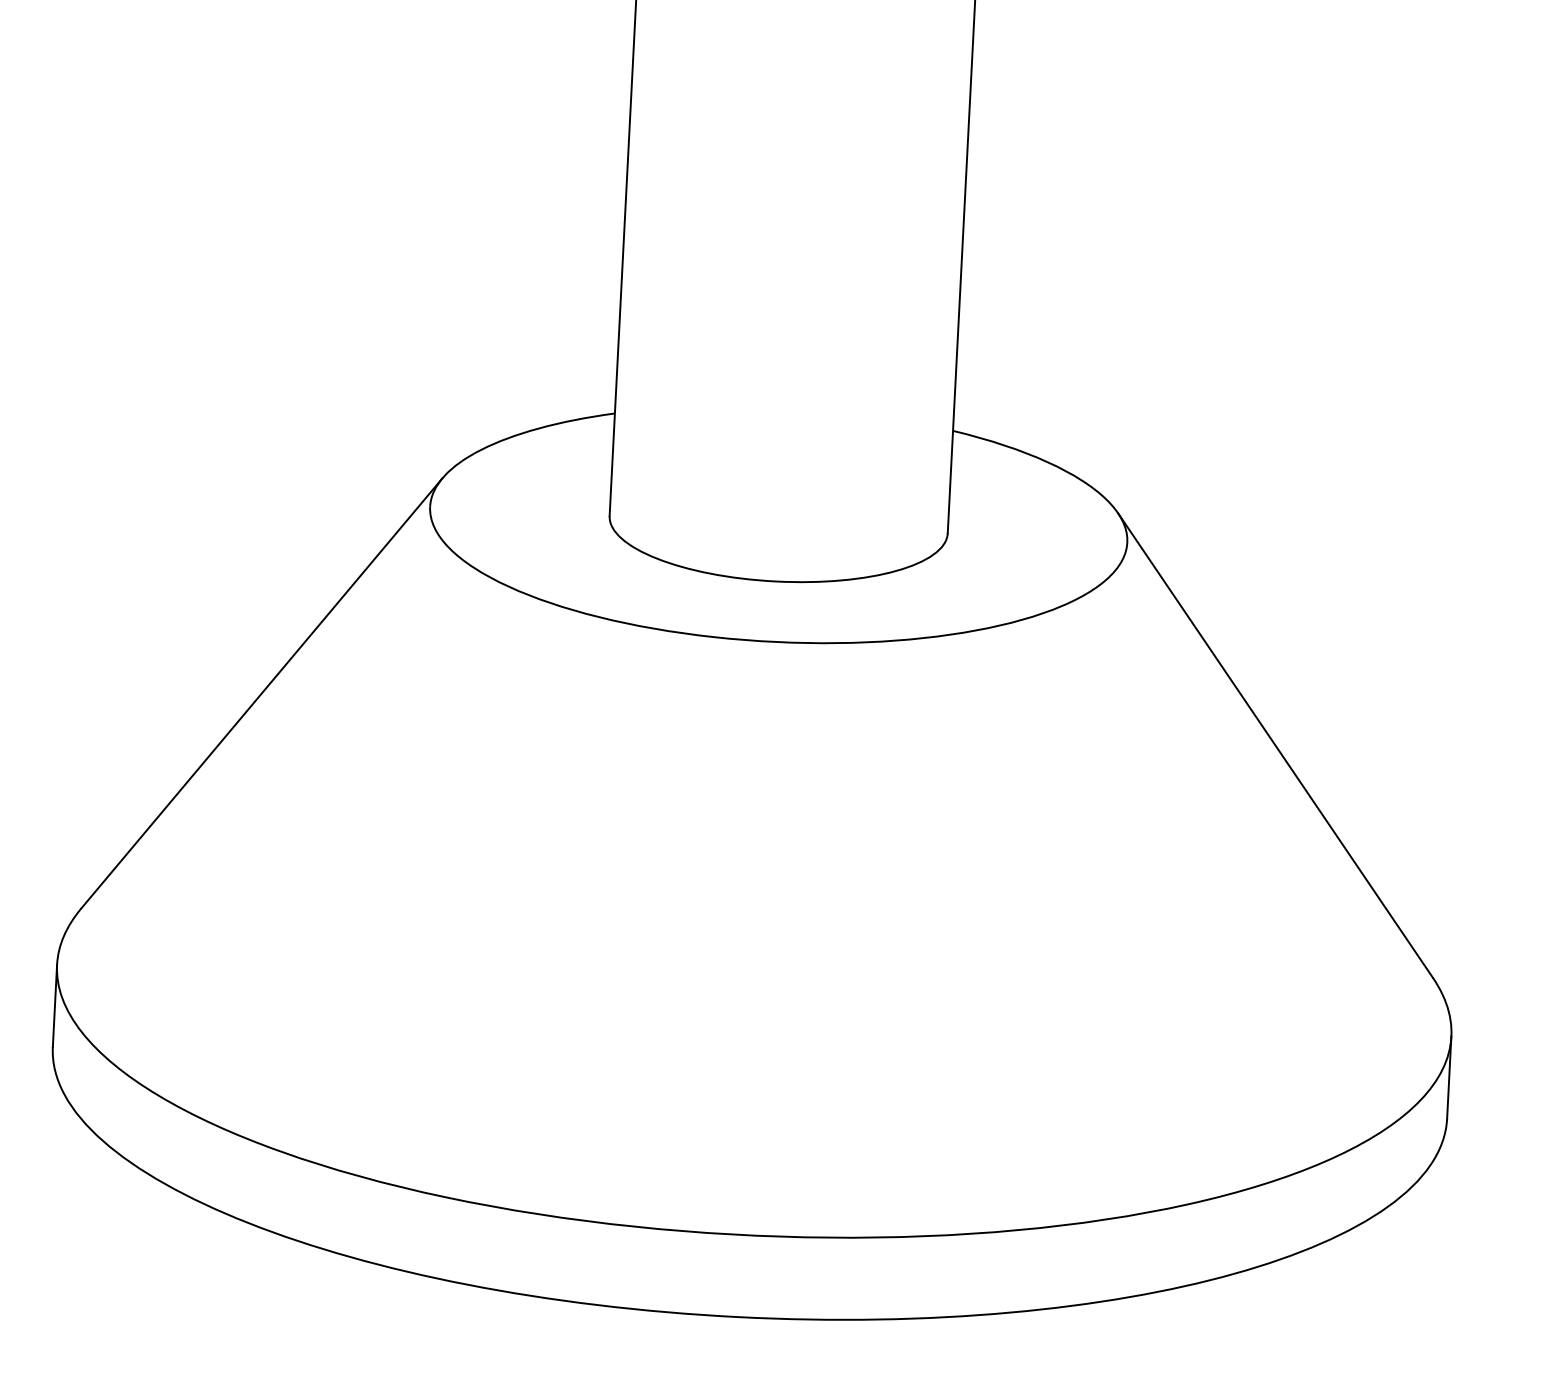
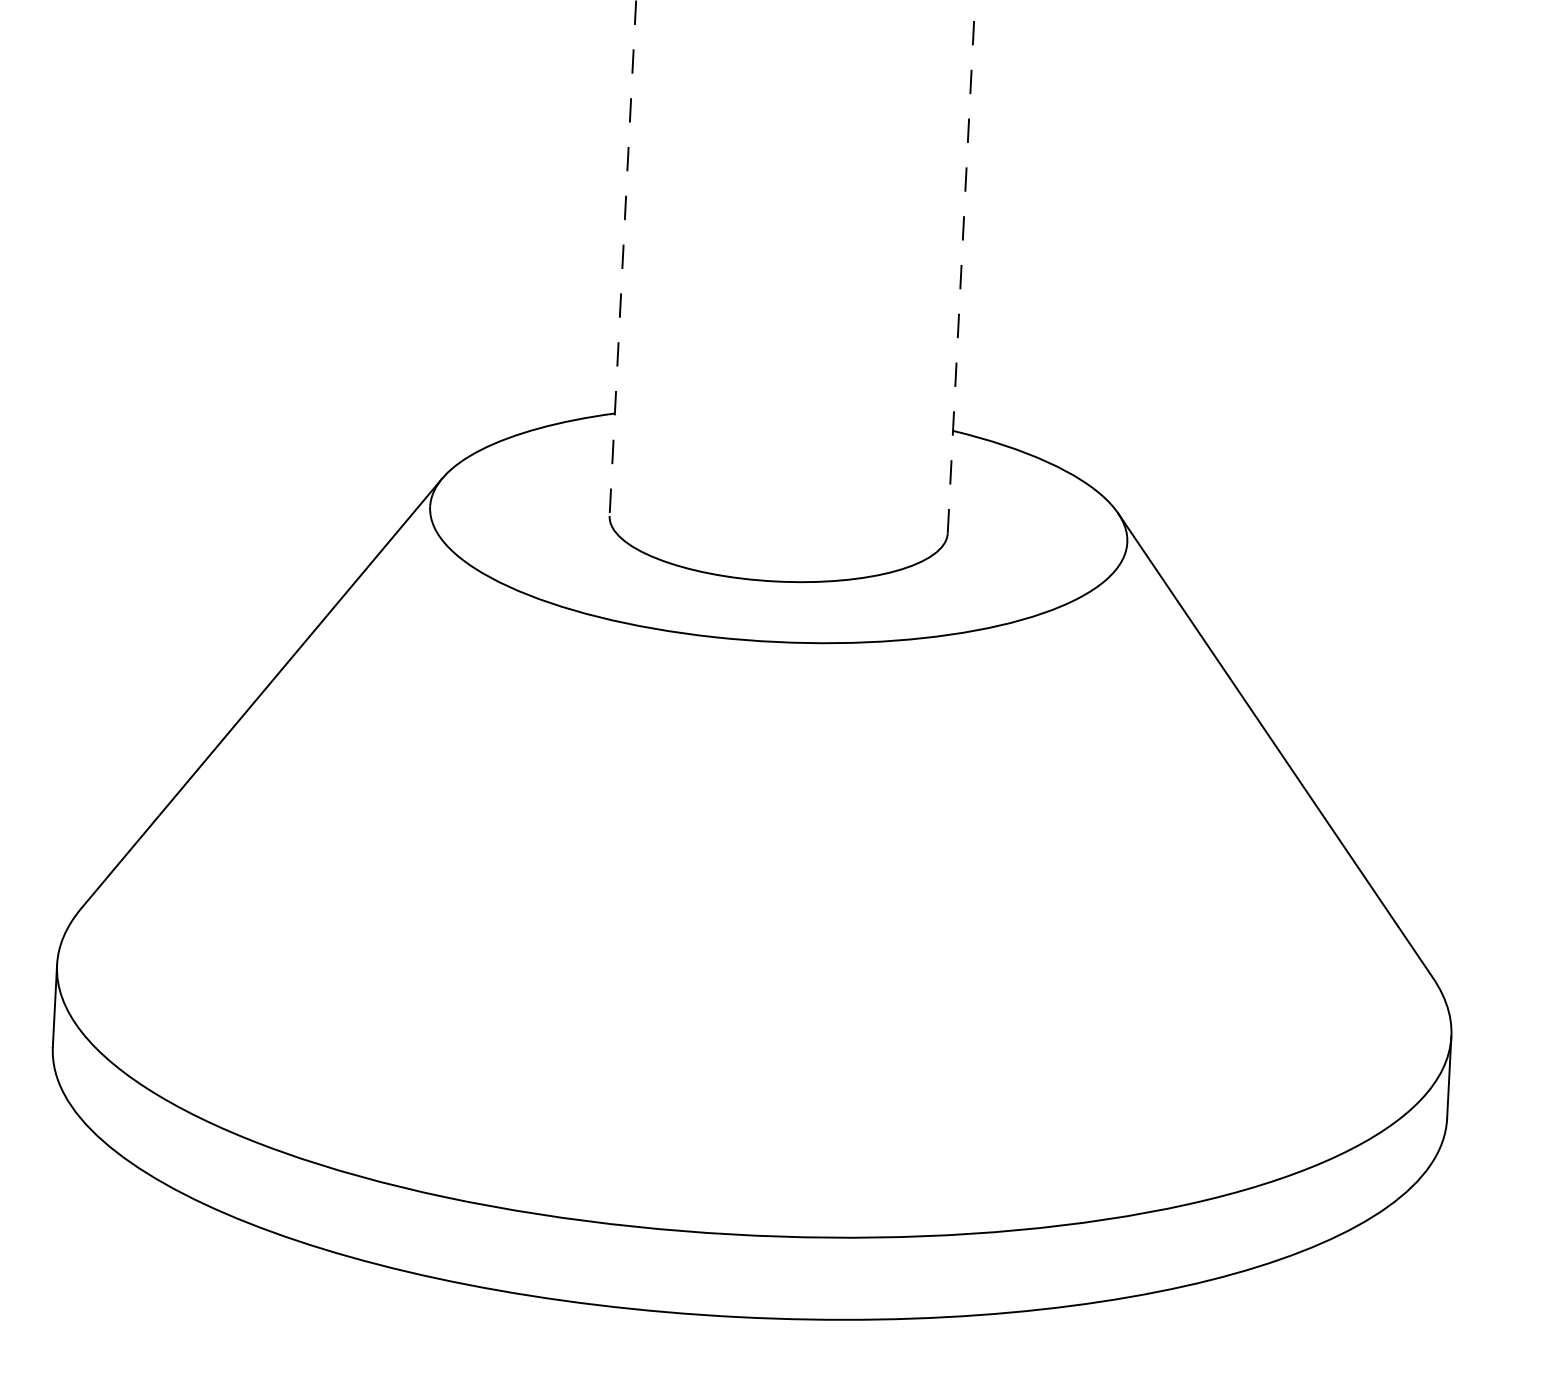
line at (622, 258): solid -> dashed
line at (961, 266): solid -> dashed
